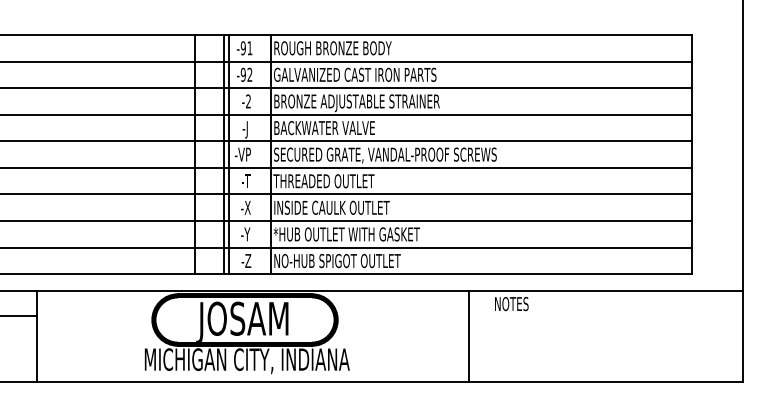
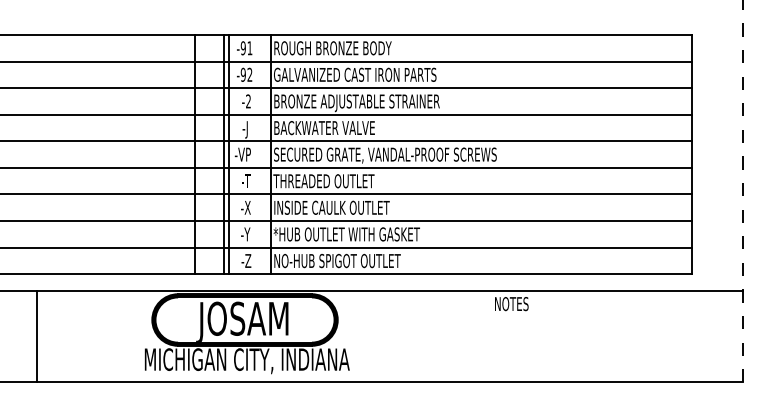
line at (743, 191): solid -> dashed
line at (19, 315): present -> none
line at (468, 336): present -> none
